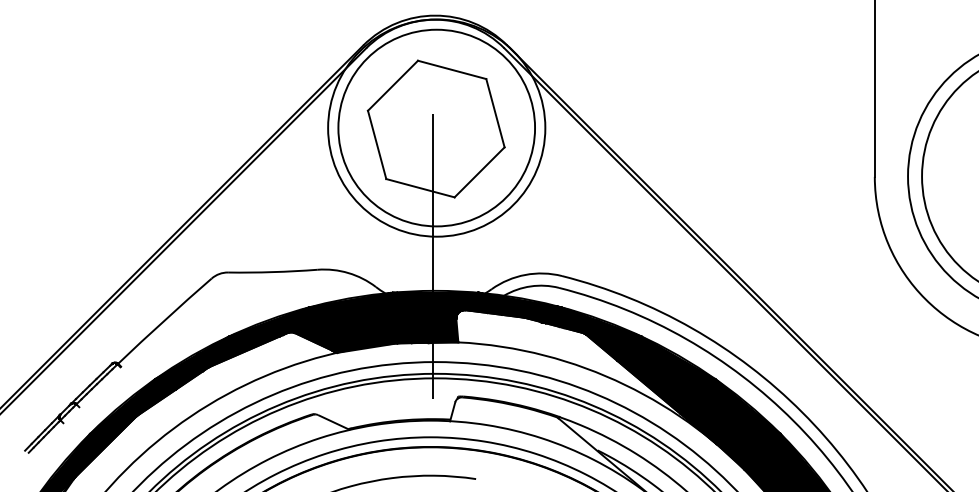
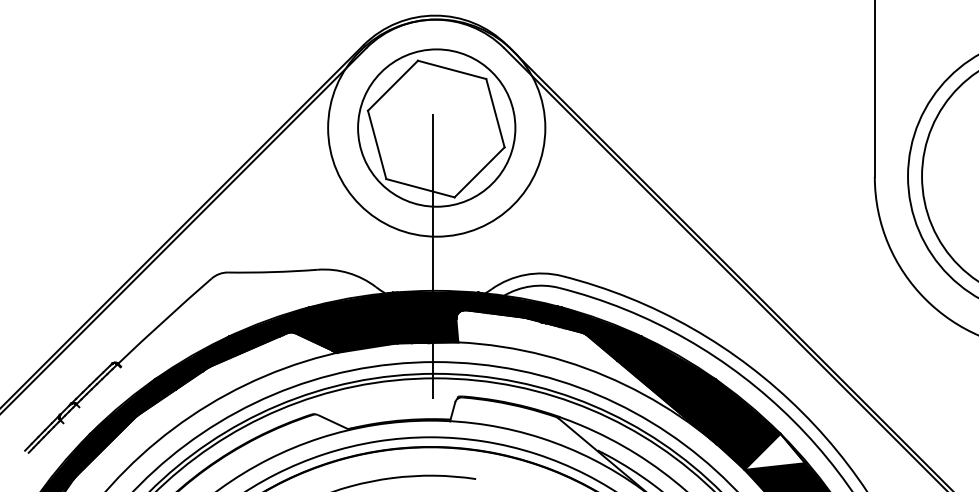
circle at (436, 127) diameter: 197 px -> 157 px
fill at (774, 451): present -> none
